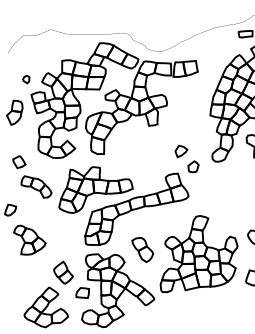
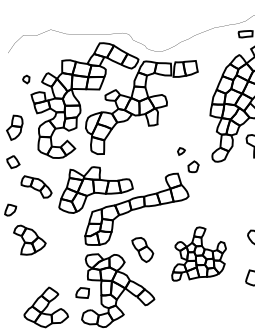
part at (14, 112) position: (14, 112) -> (14, 127)
part at (181, 151) size: 15x15 px -> 9x9 px
part at (19, 162) position: (19, 162) -> (13, 162)
part at (198, 253) size: 80x78 px -> 56x56 px
part at (63, 272): present -> none
